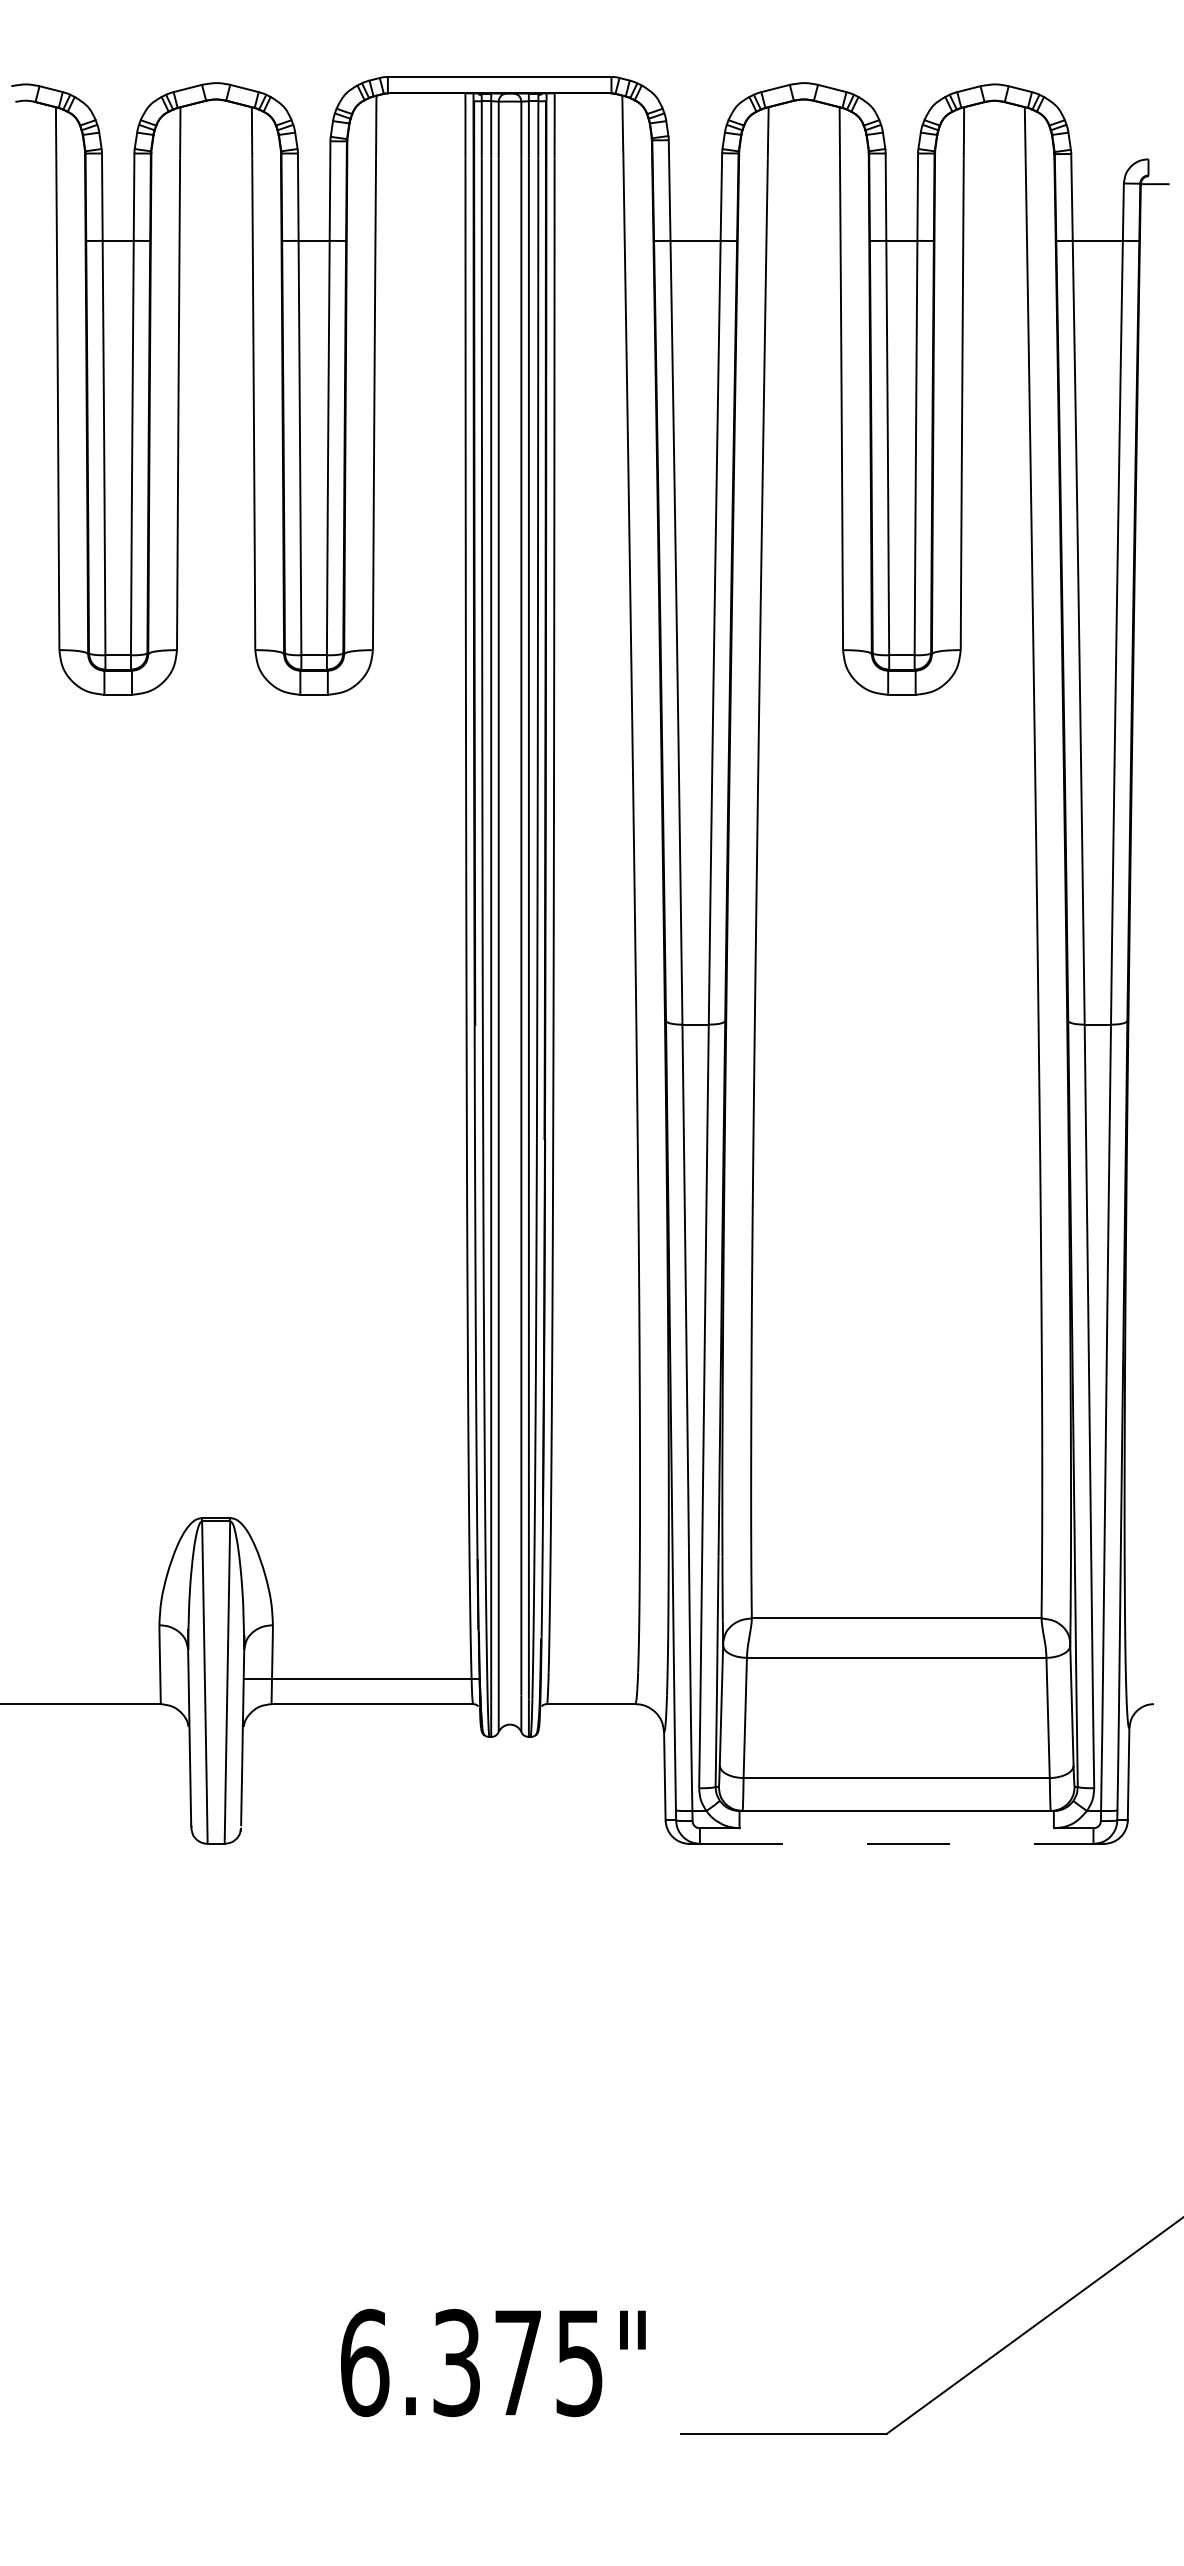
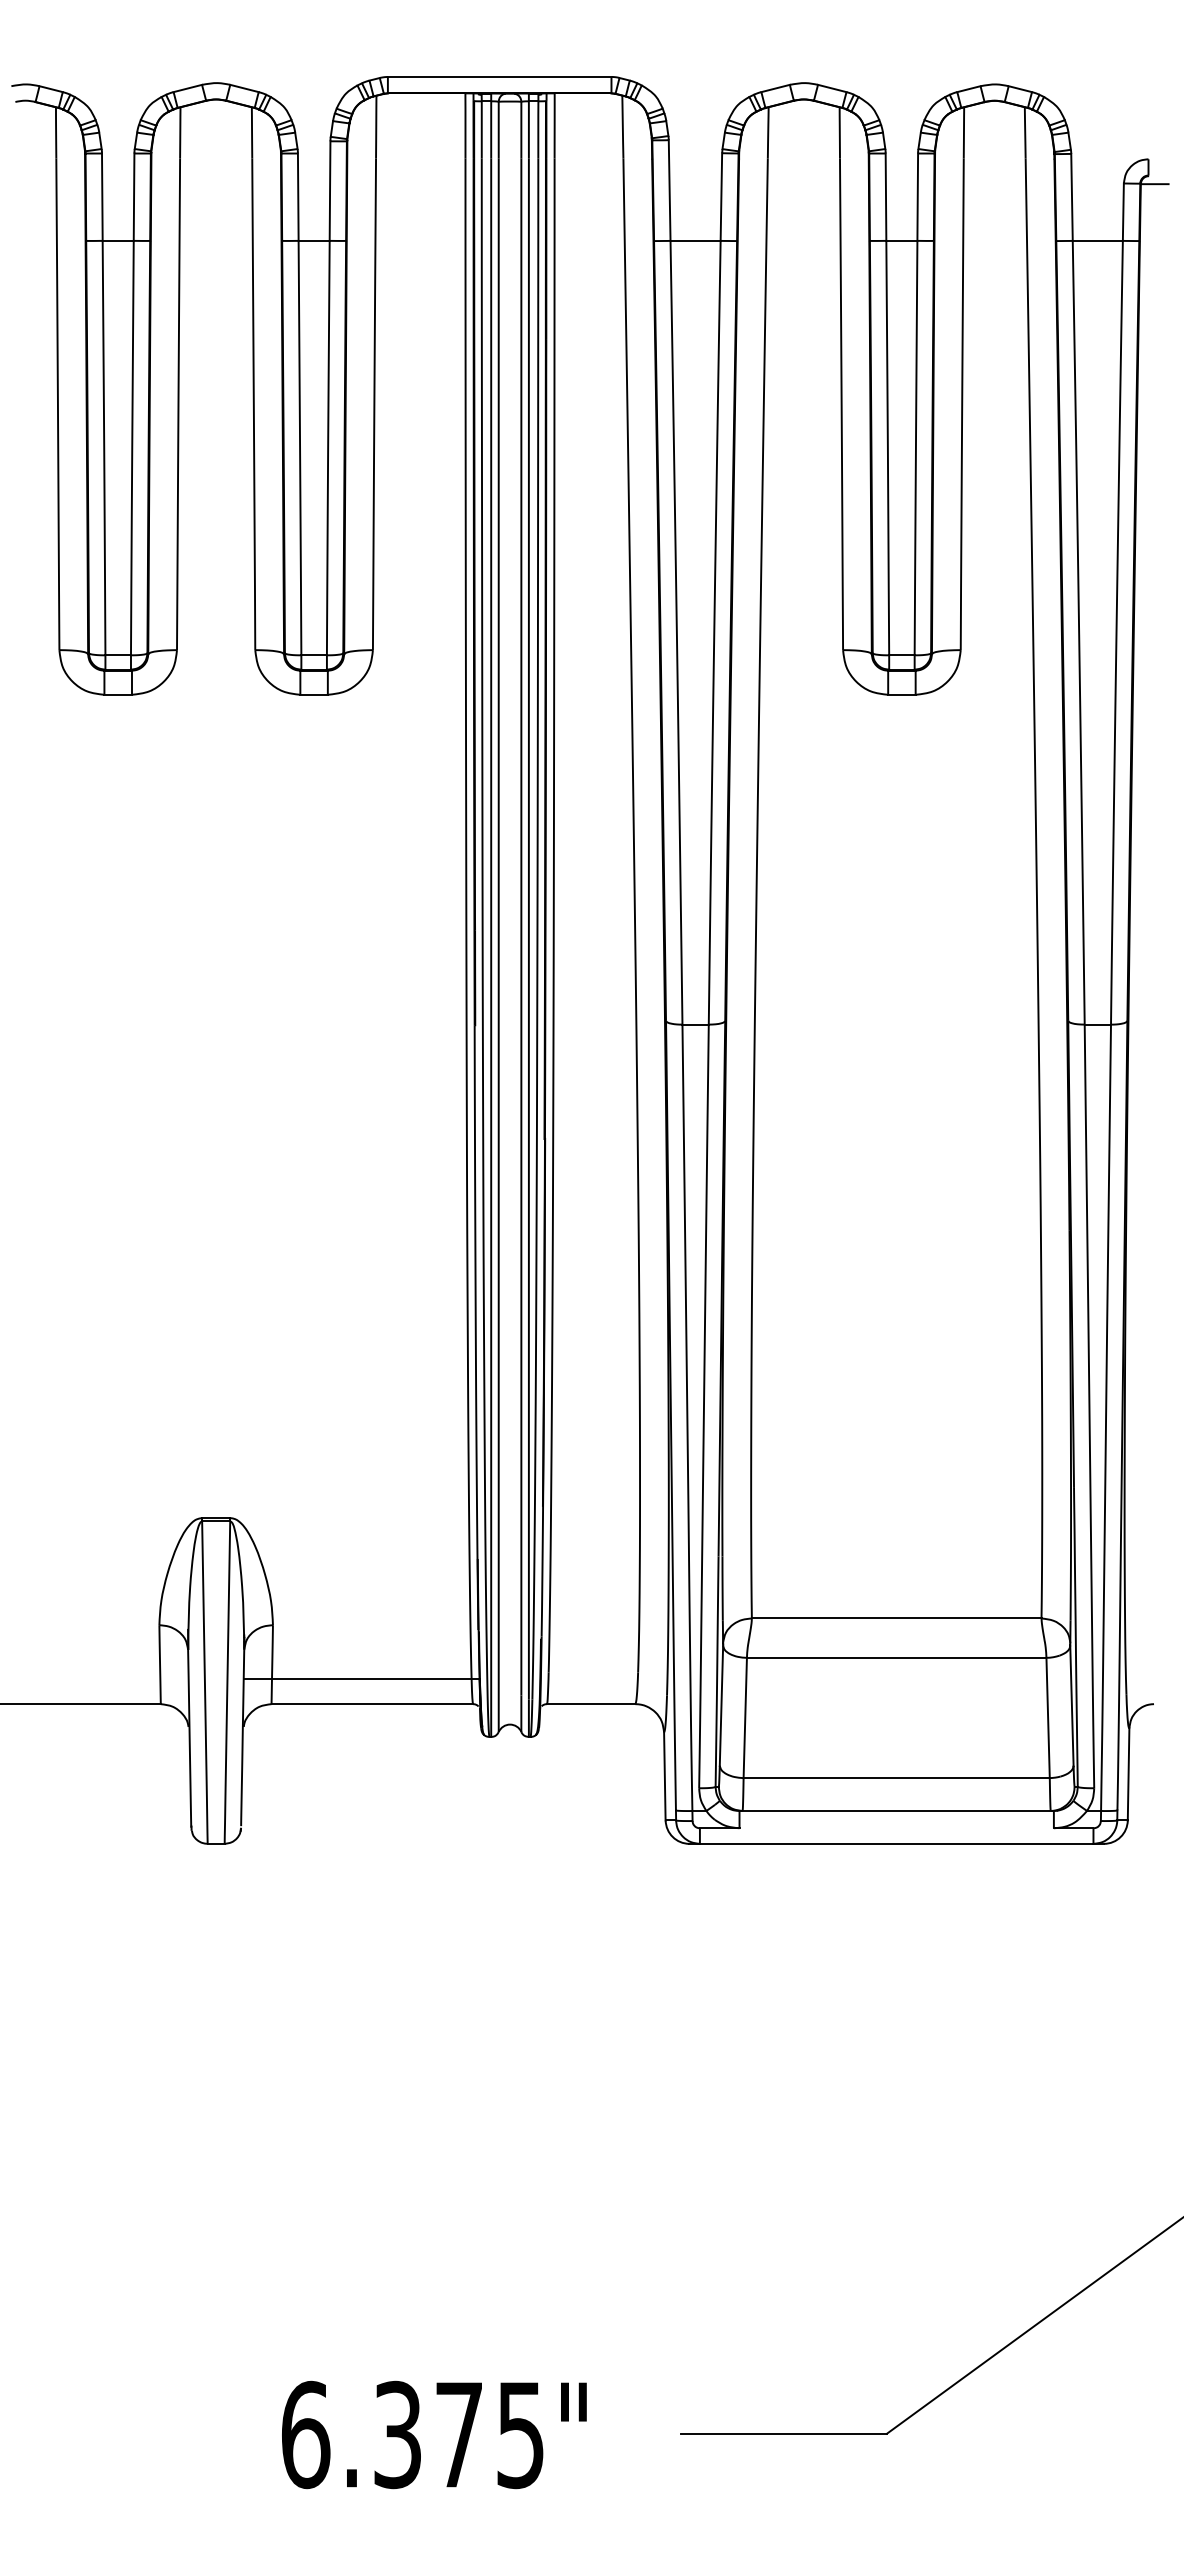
line at (896, 1843): dashed -> solid
text at (493, 2362) position: (493, 2362) -> (434, 2434)
